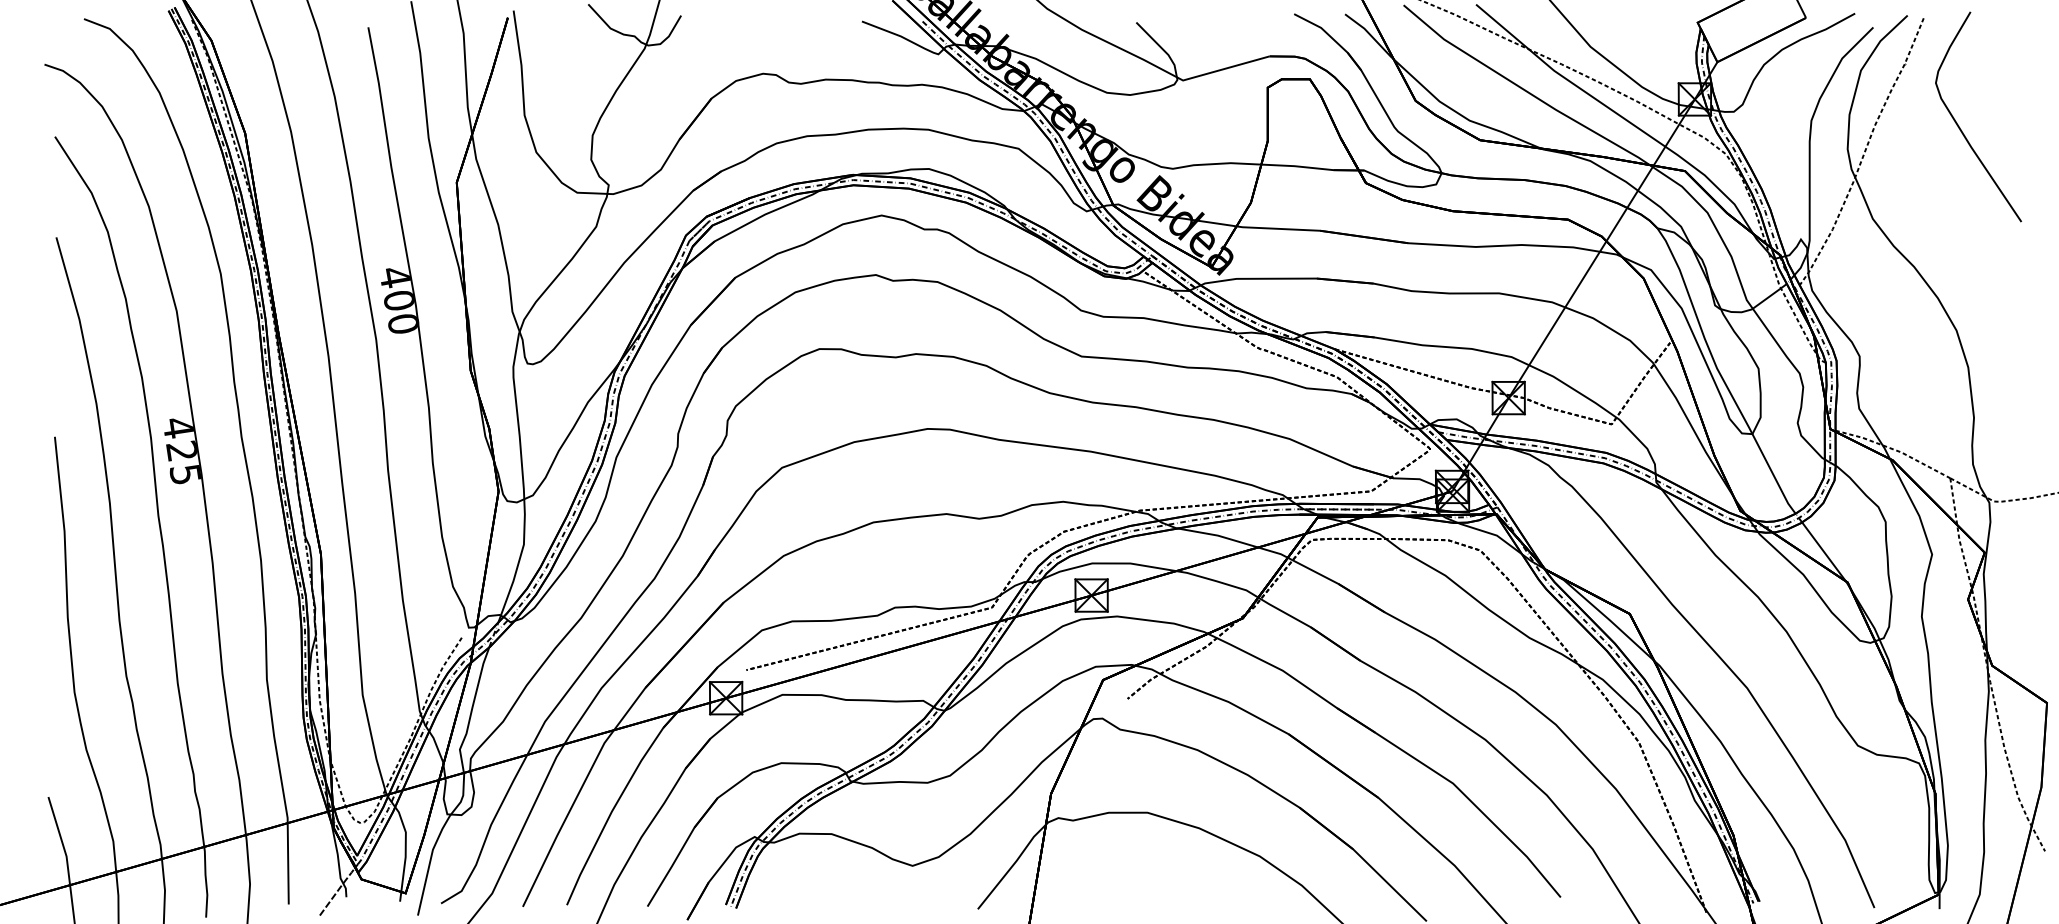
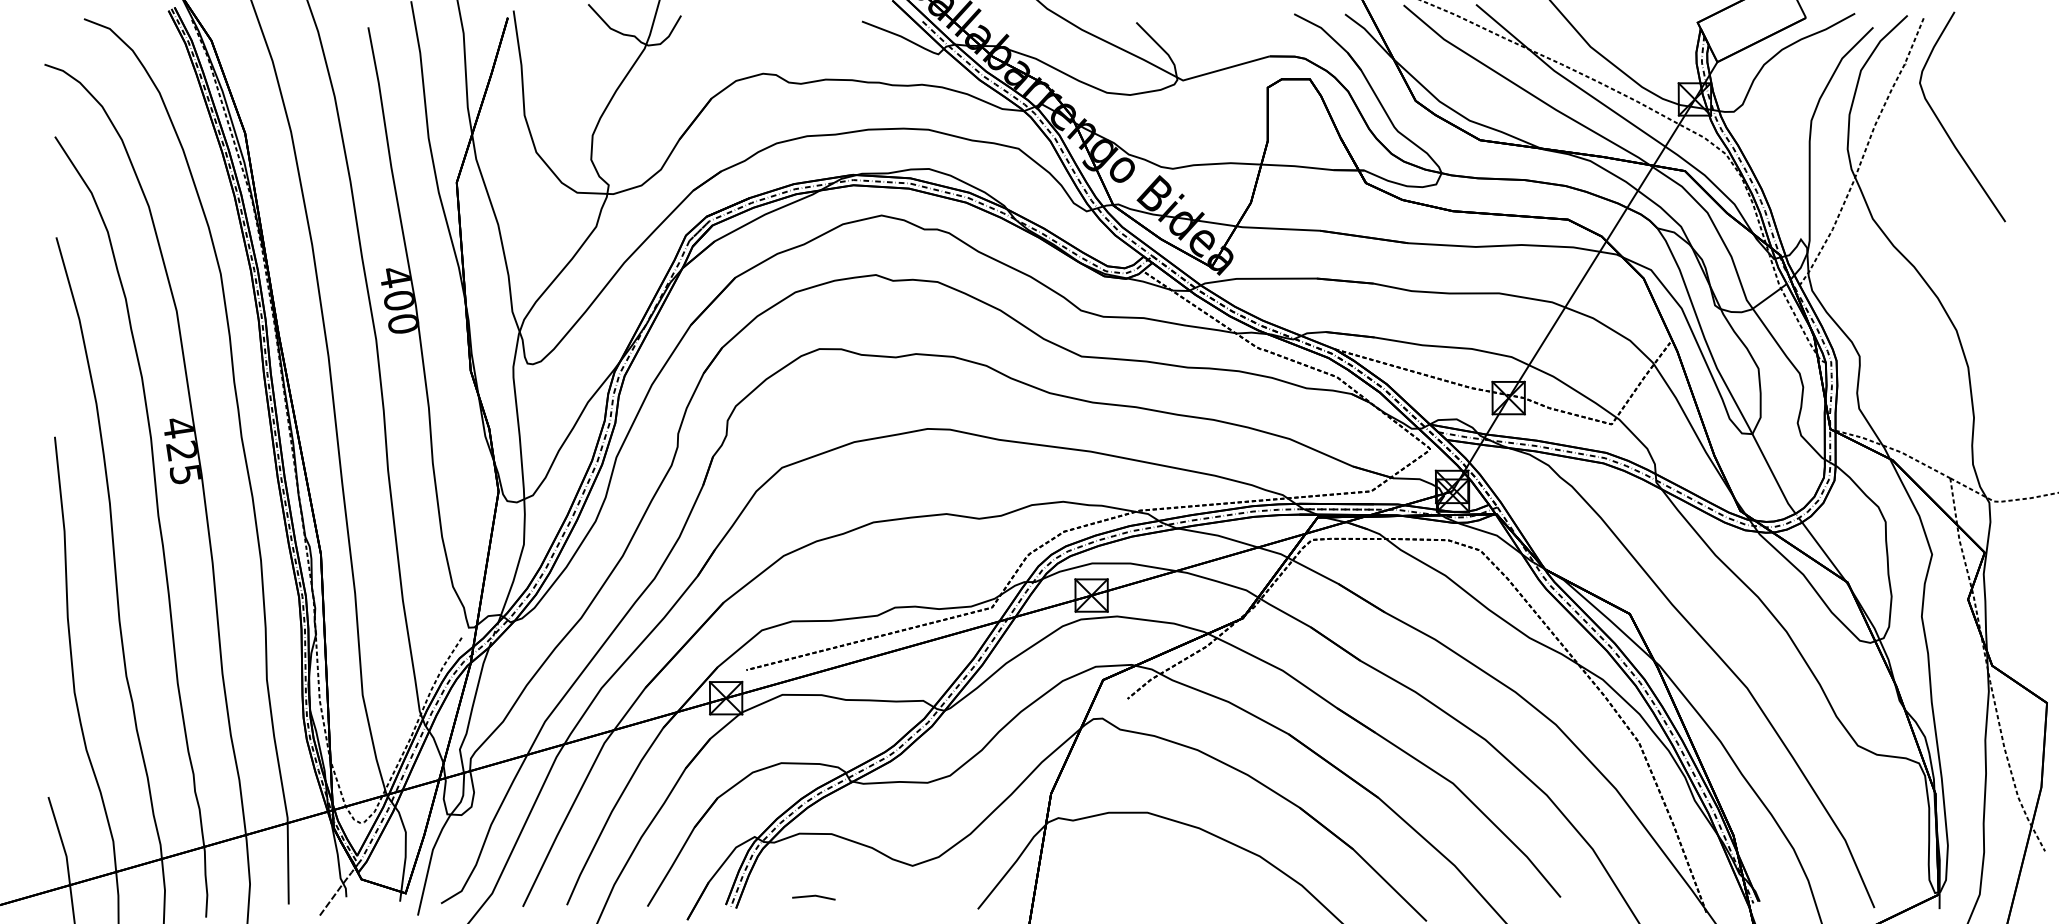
curve at (1960, 127) position: (1960, 127) -> (1944, 127)
line at (813, 896): none -> present
